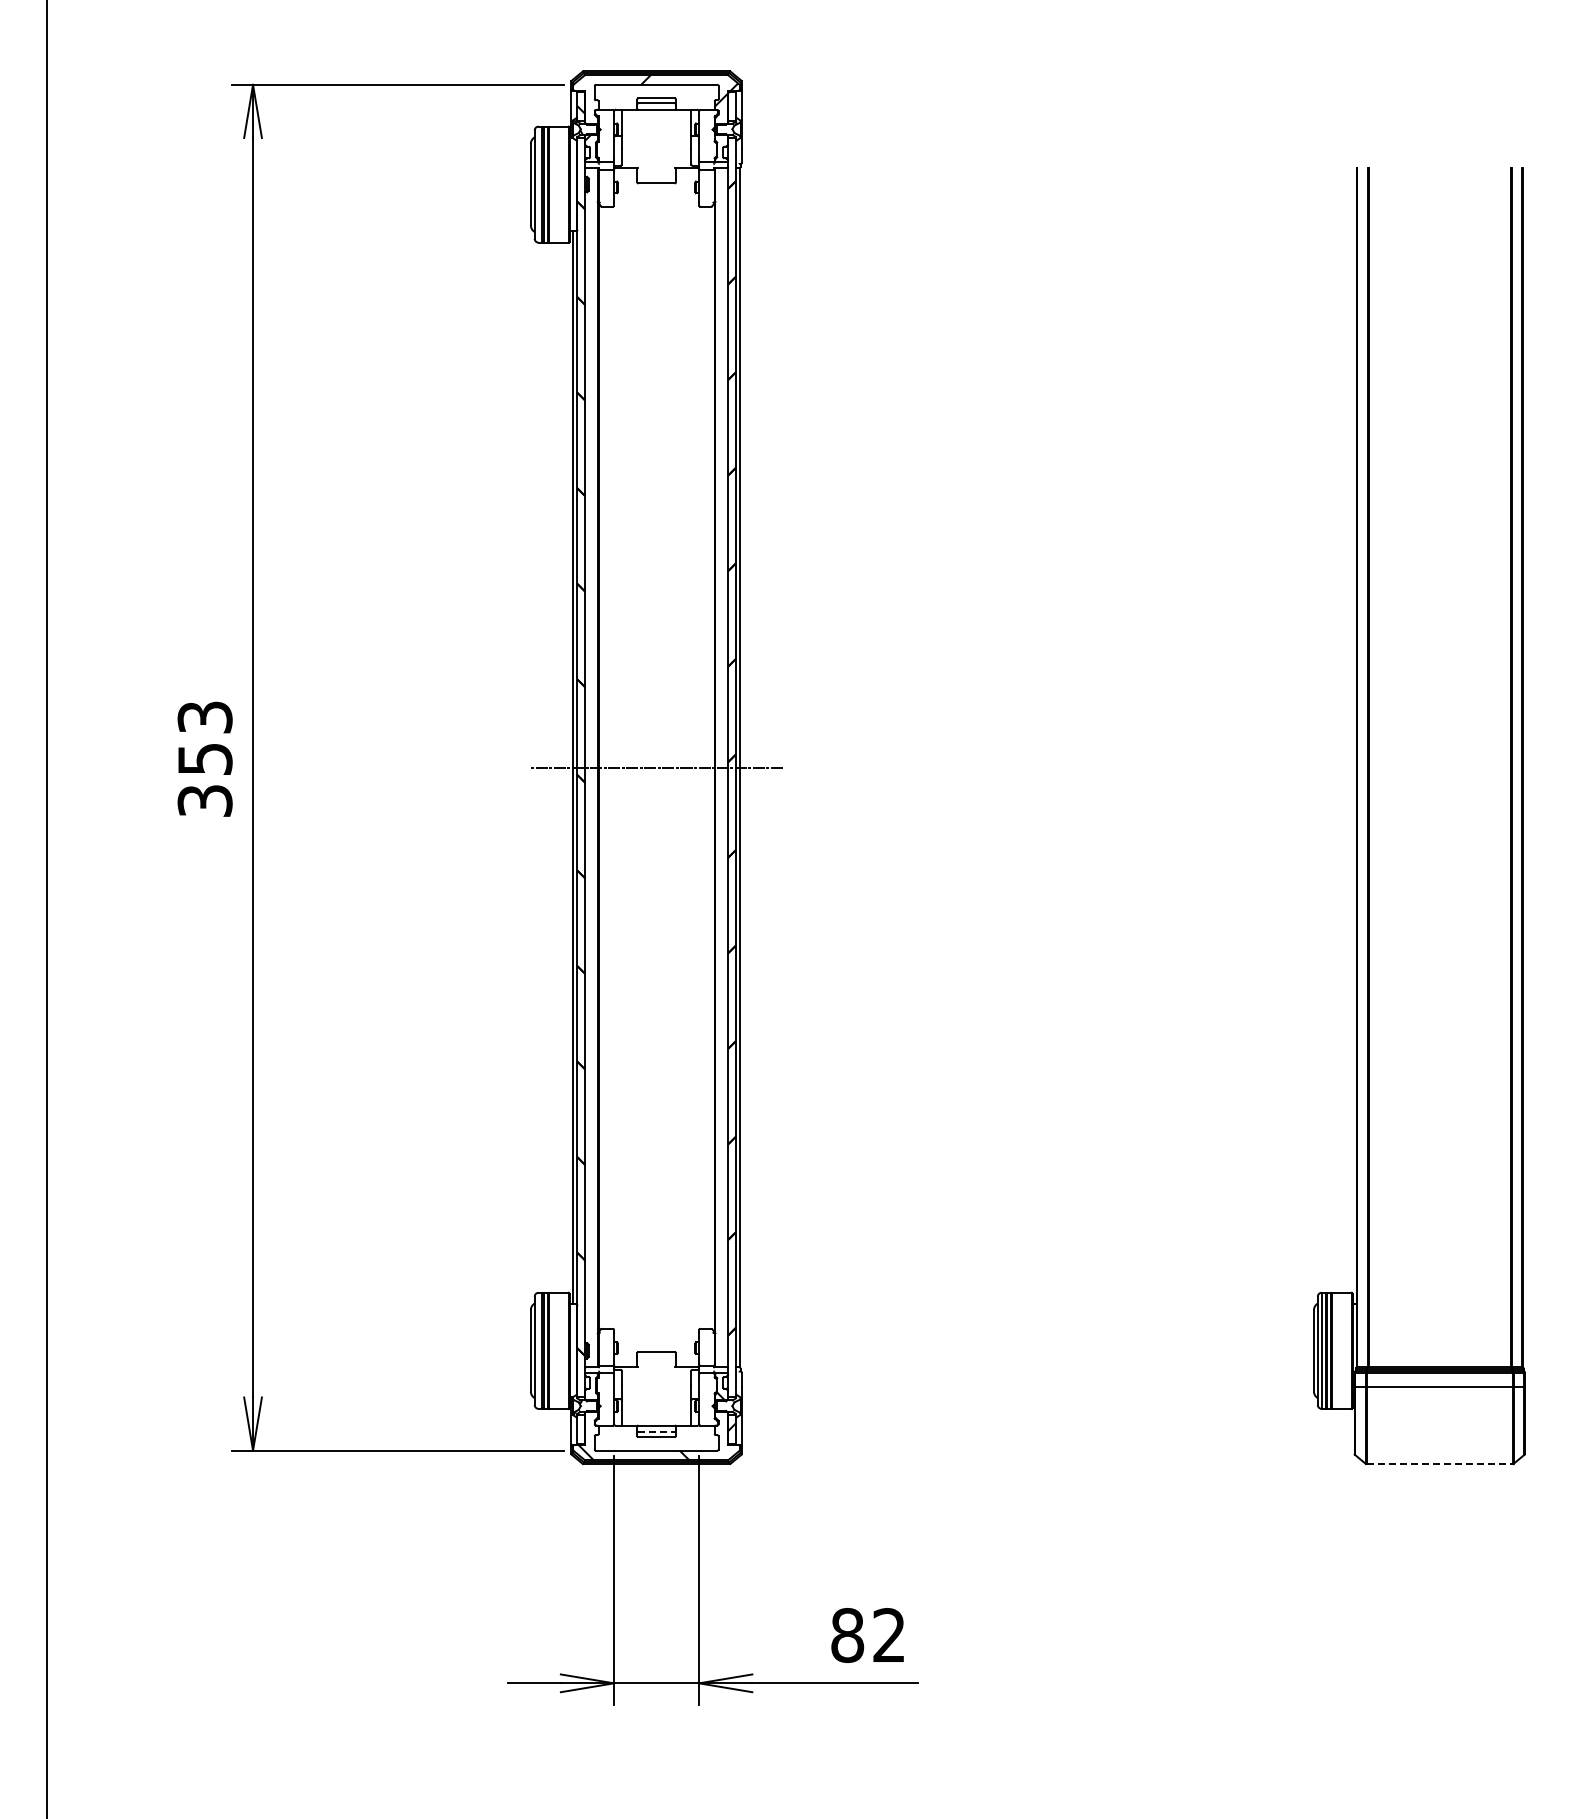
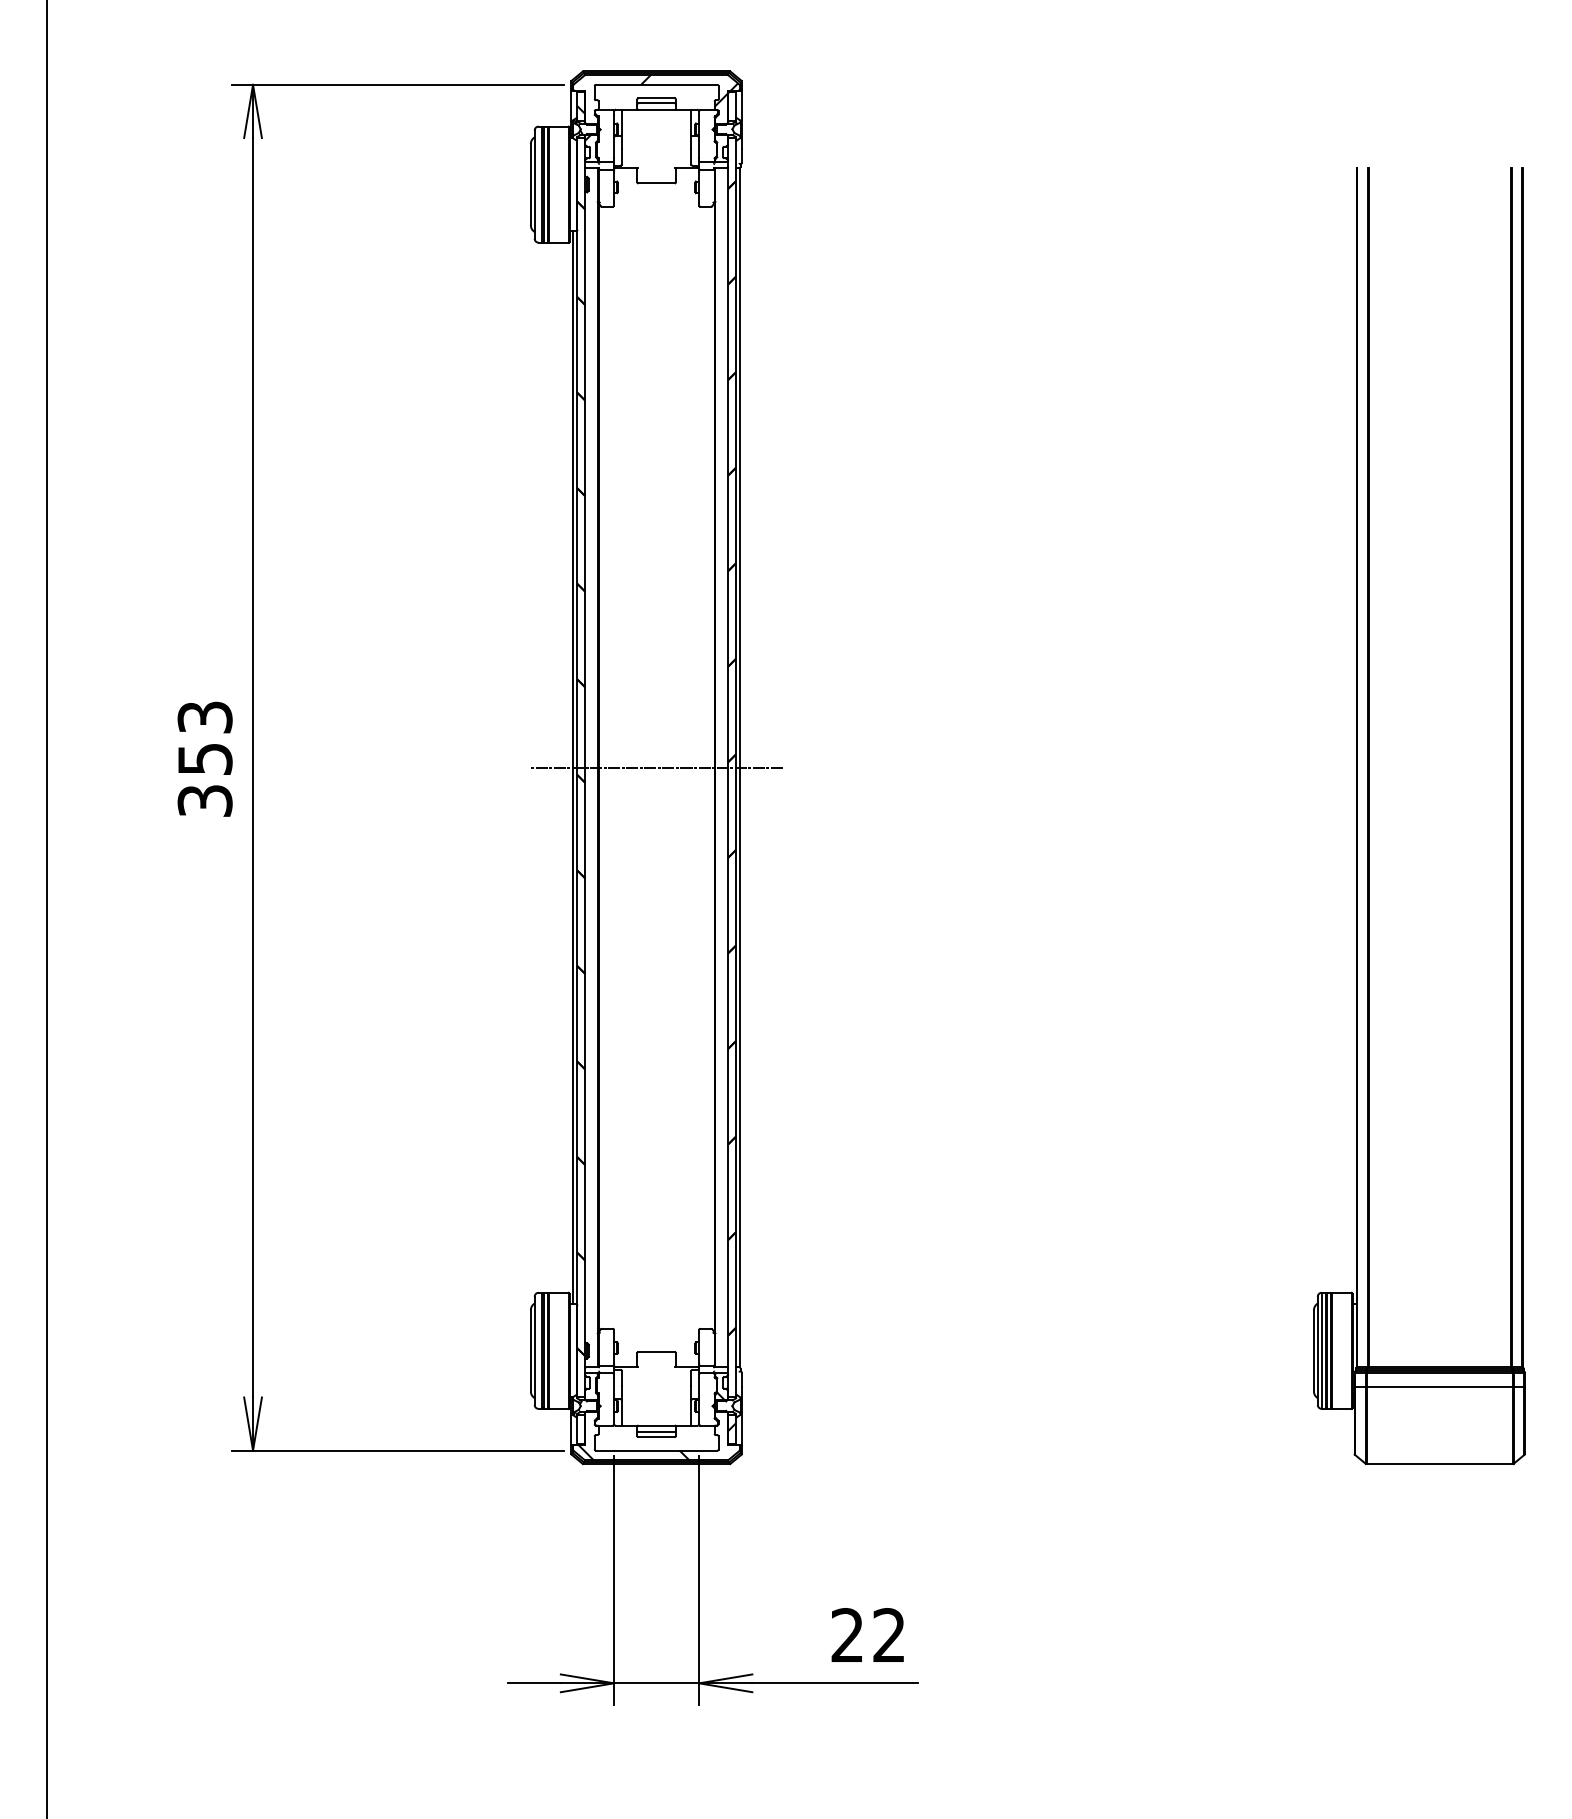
line at (657, 1432): dashed -> solid
line at (1440, 1464): dashed -> solid
text at (847, 1635): 82 -> 22
